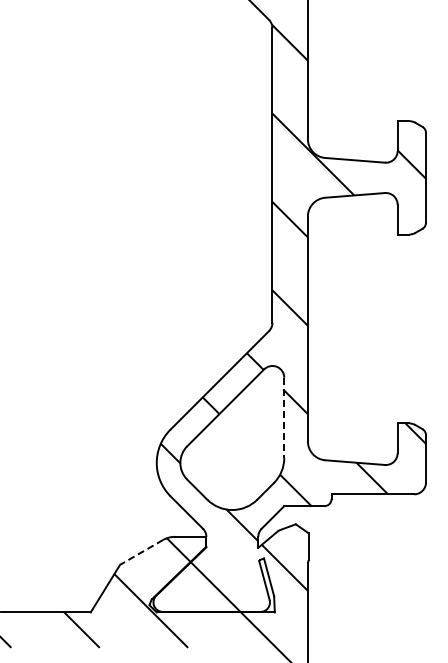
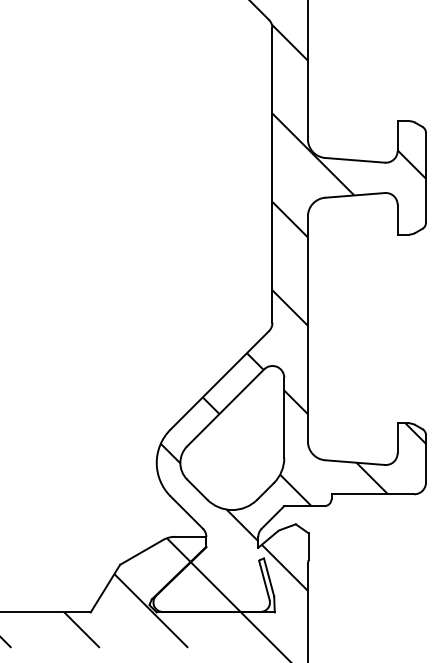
line at (284, 418): dashed -> solid
line at (141, 552): dashed -> solid
